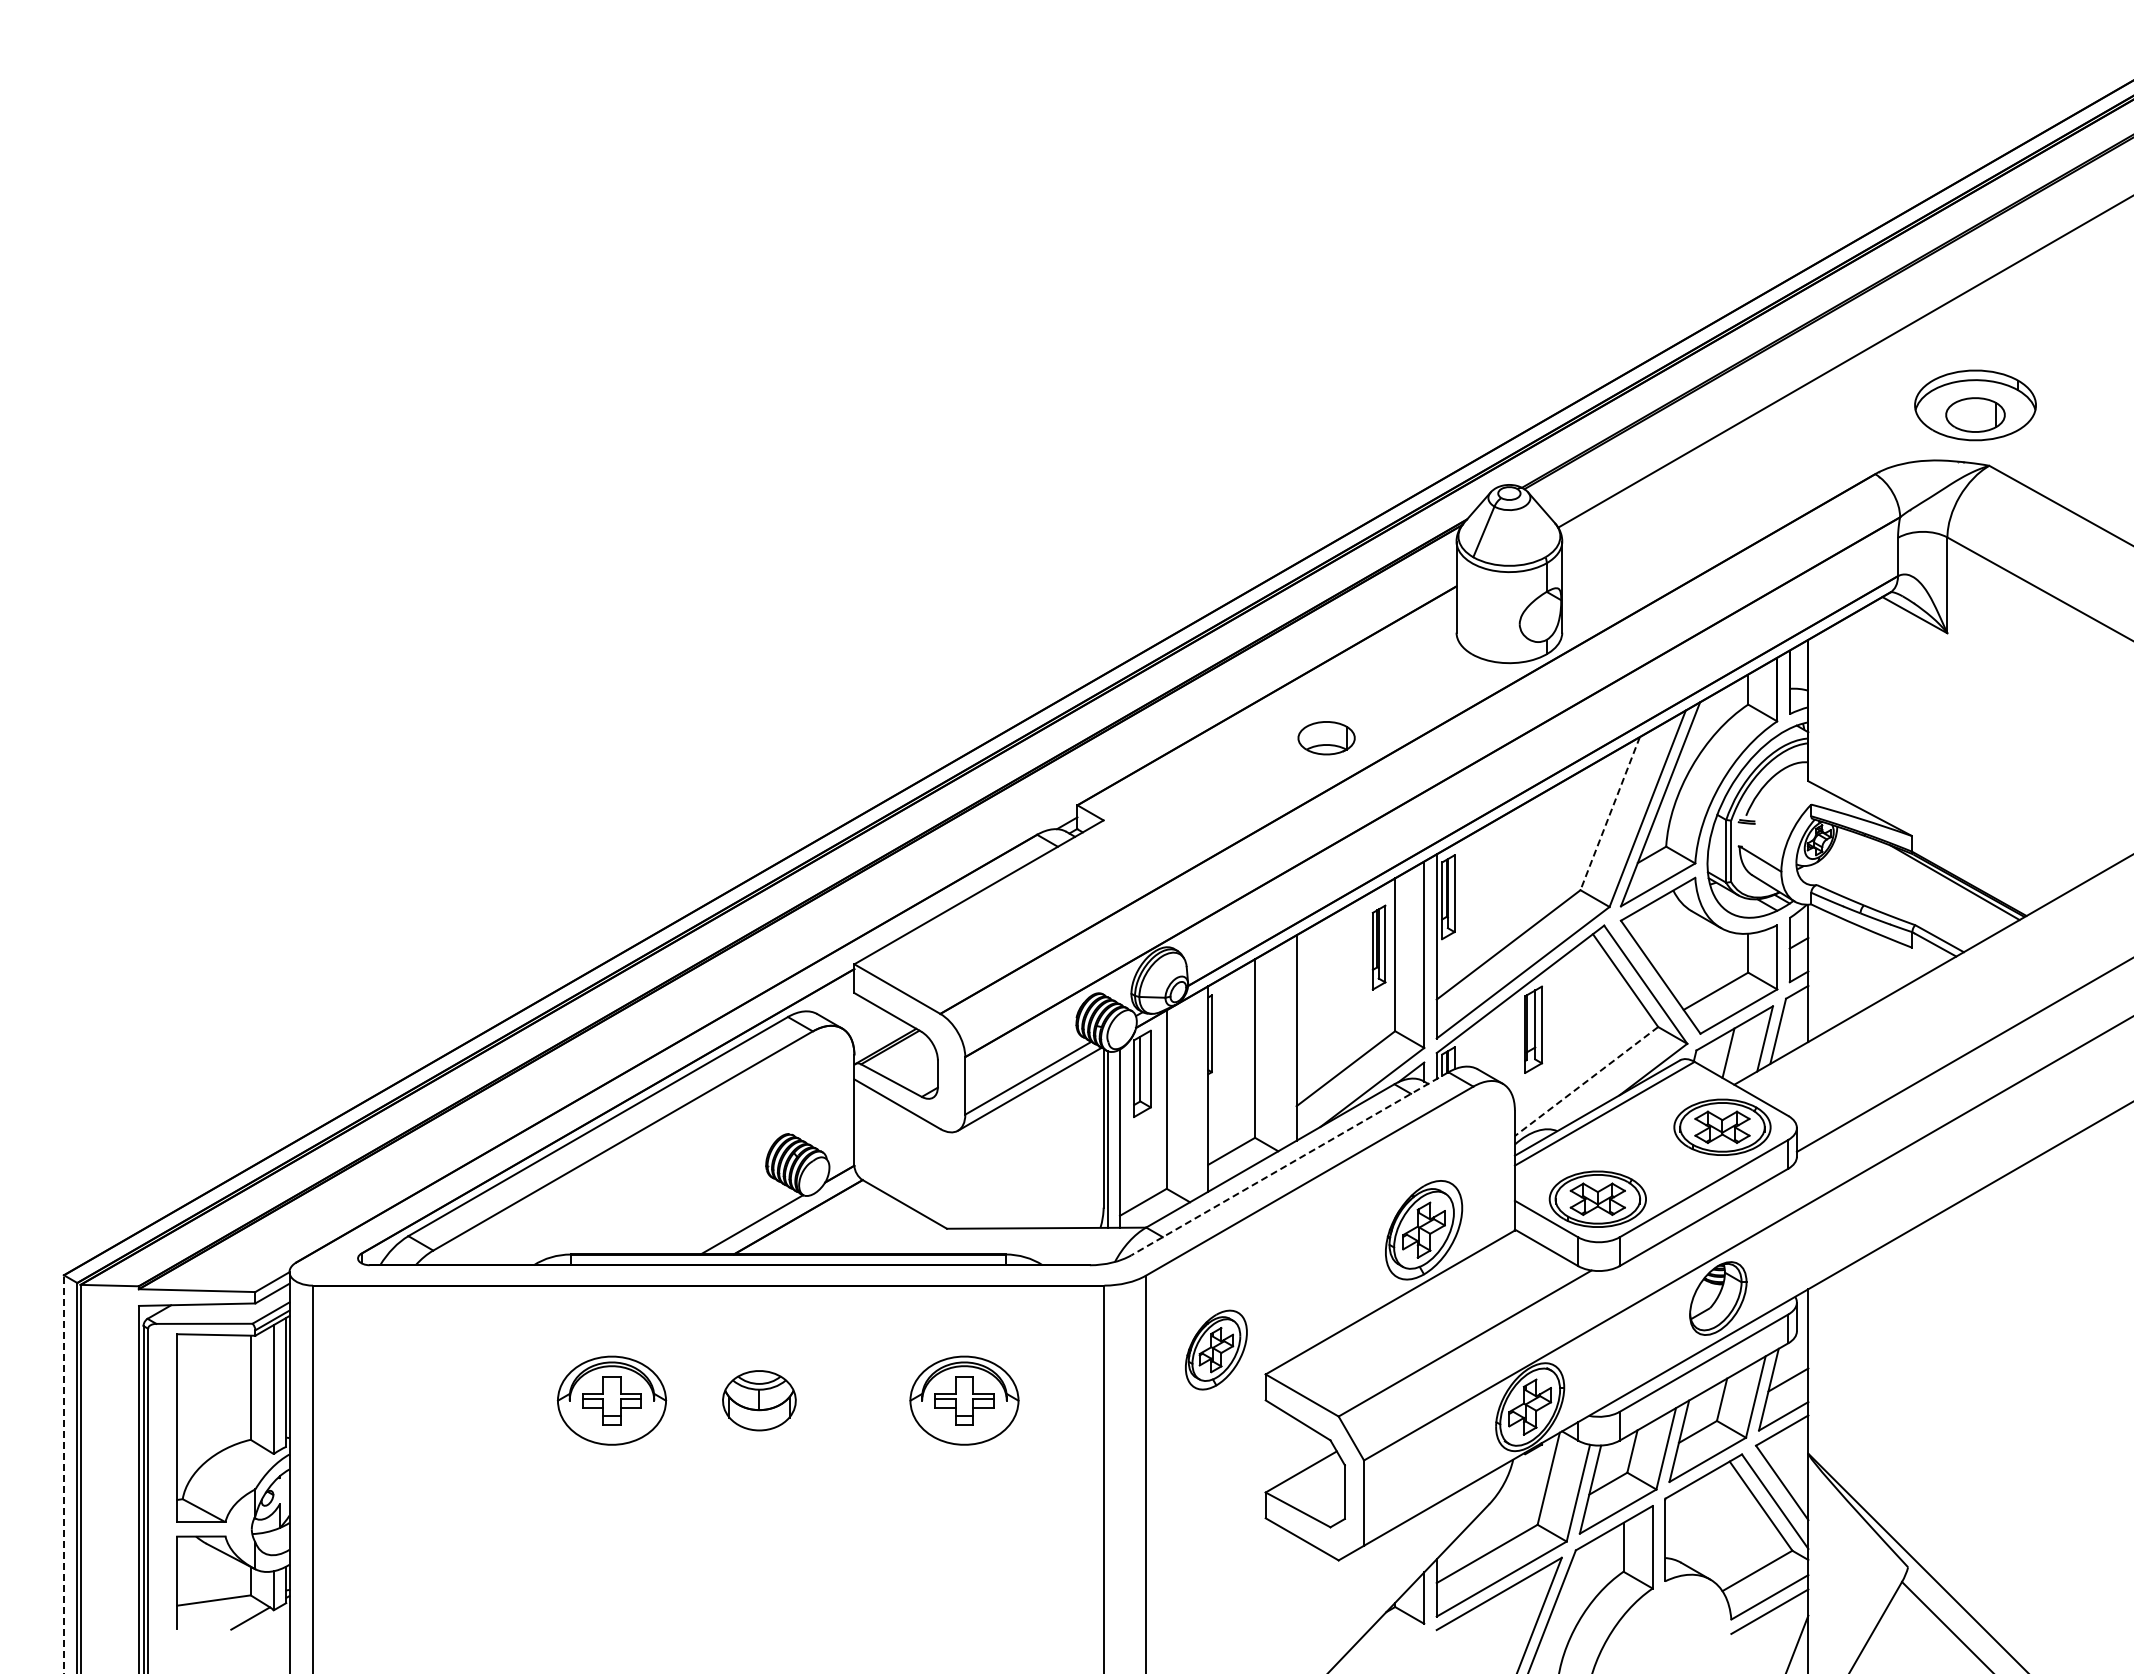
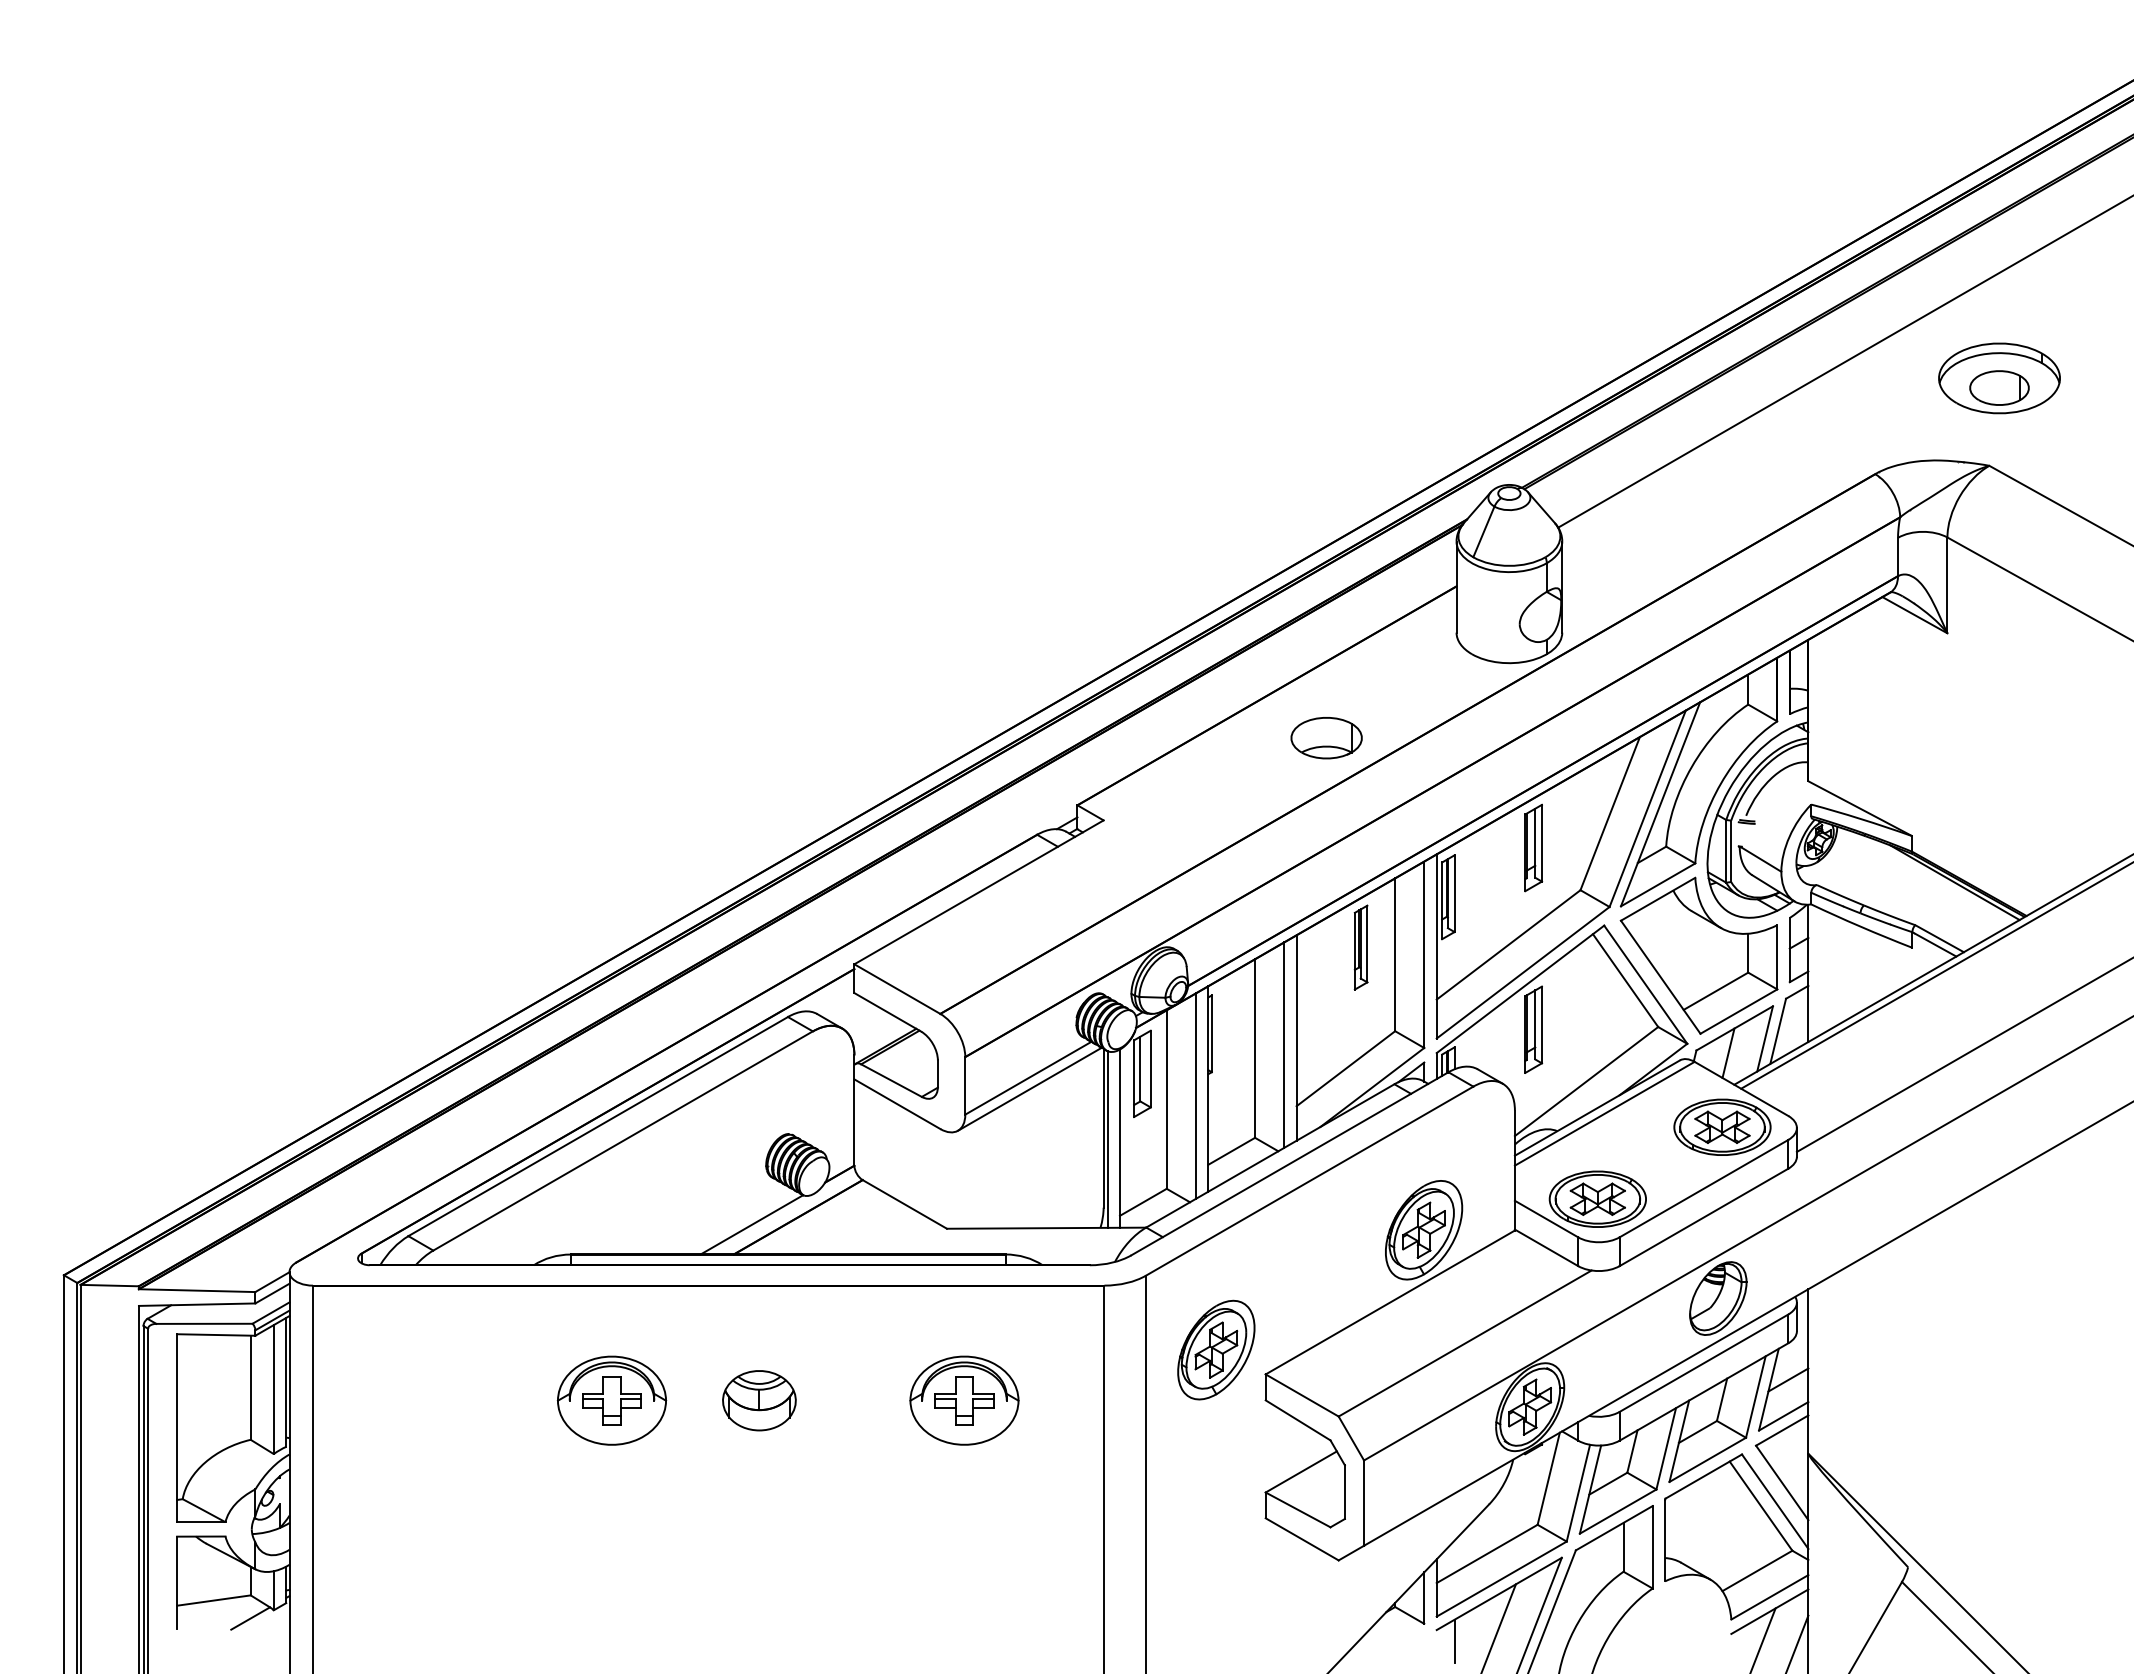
part at (1975, 405) position: (1975, 405) -> (1999, 378)
part at (1326, 738) size: 59x35 px -> 73x43 px
line at (1610, 814): dashed -> solid
part at (1533, 847): none -> present
part at (1378, 947) position: (1378, 947) -> (1360, 947)
line at (1935, 976): none -> present
line at (1284, 1044): none -> present
line at (1586, 1081): dashed -> solid
line at (1195, 1095): none -> present
line at (1289, 1164): dashed -> solid
part at (1216, 1349) size: 63x82 px -> 79x102 px
line at (63, 1474): dashed -> solid
line at (1498, 1627): none -> present
line at (1763, 1639): none -> present
line at (1454, 1640): none -> present
